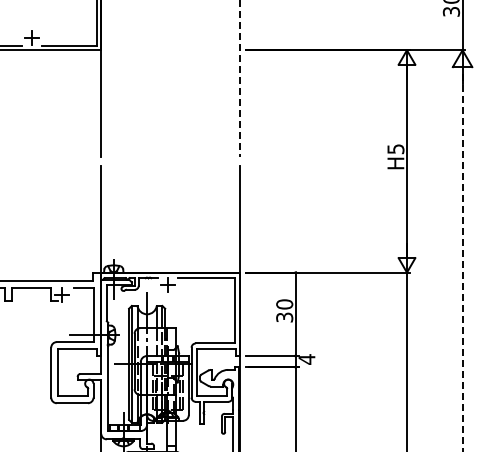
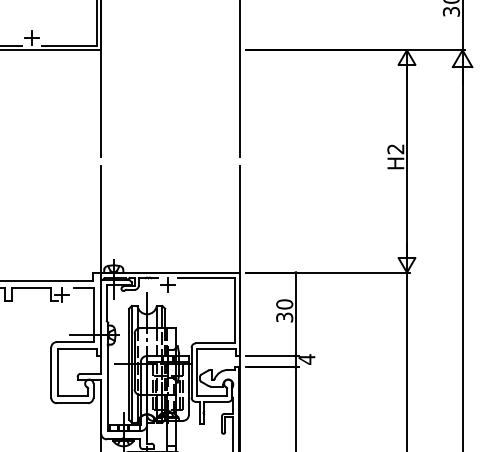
line at (240, 79): dashed -> solid
text at (395, 149): H5 -> H2
line at (462, 260): dashed -> solid
